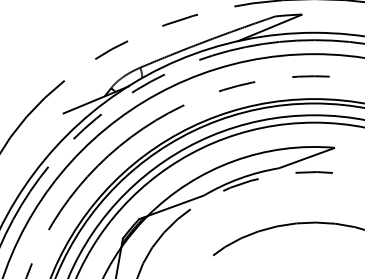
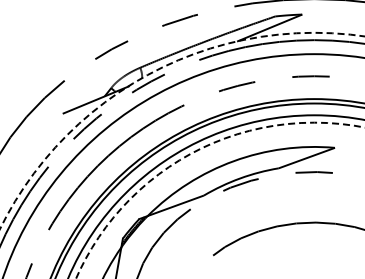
circle at (182, 130): solid -> dashed
circle at (220, 200): solid -> dashed
